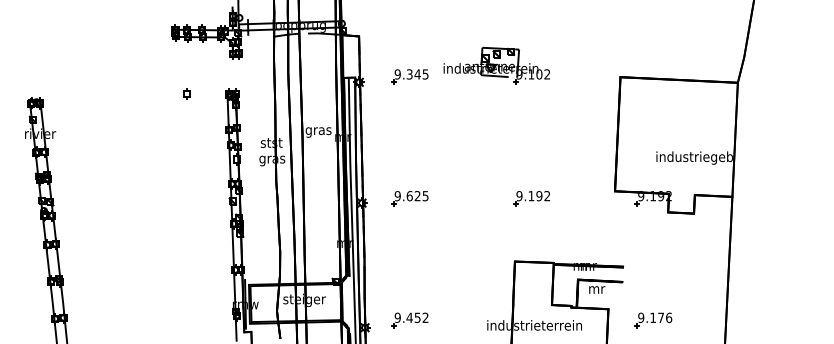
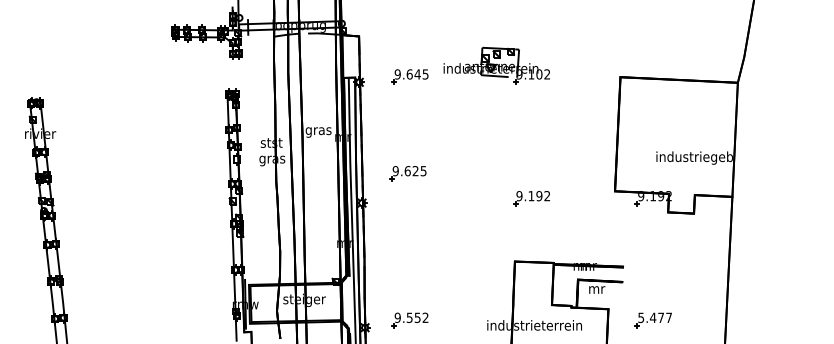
text at (409, 74): 9.345 -> 9.645
part at (186, 93): present -> none
part at (409, 198) position: (409, 198) -> (407, 173)
text at (409, 317): 9.452 -> 9.552
text at (655, 317): 9.176 -> 5.477
